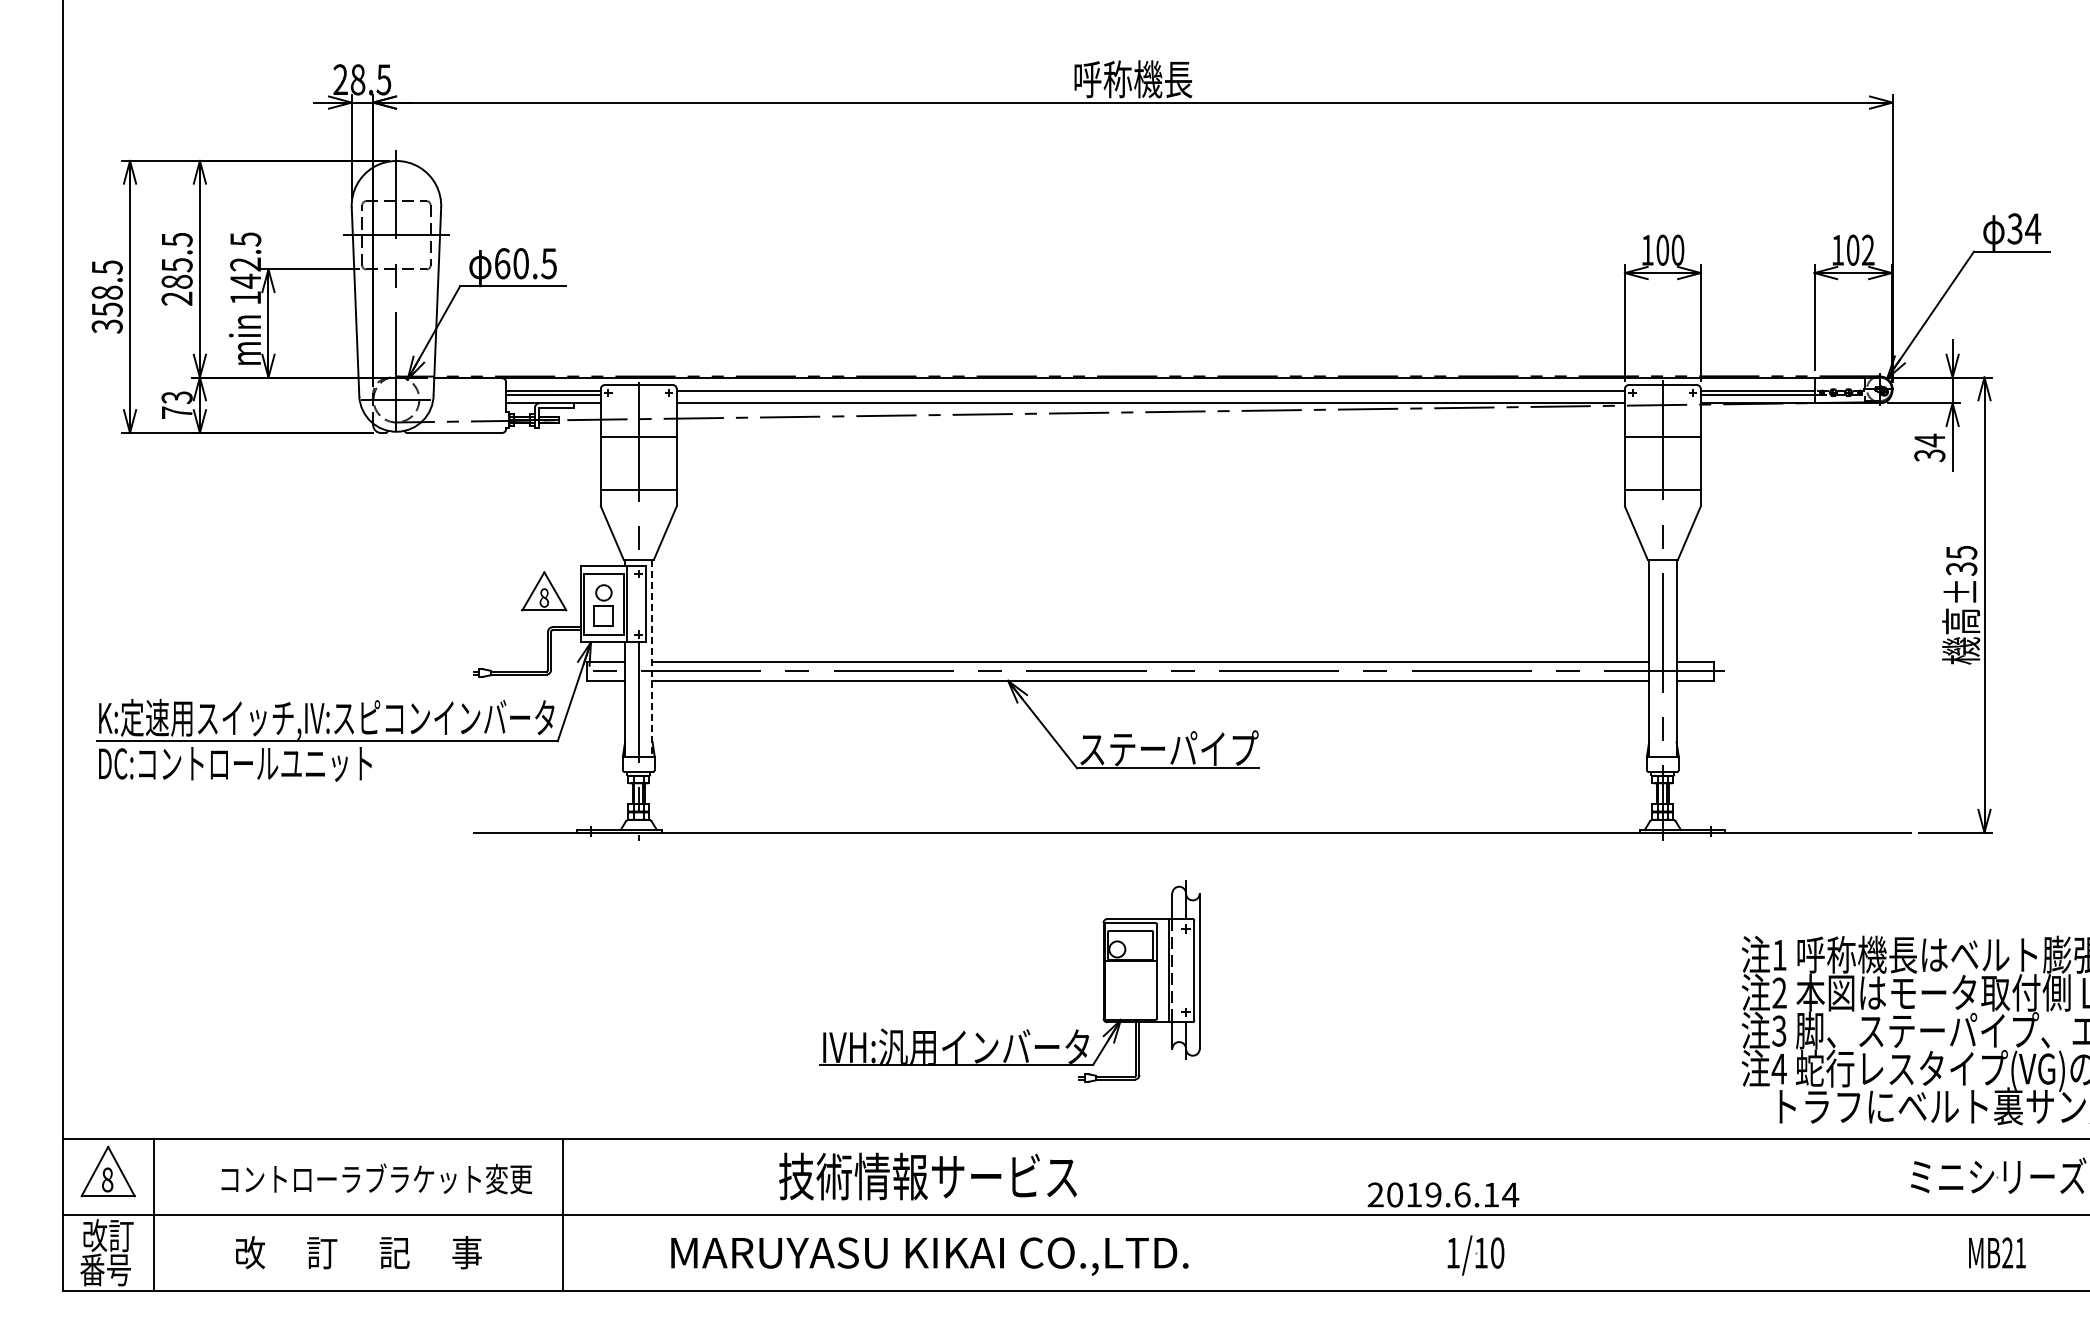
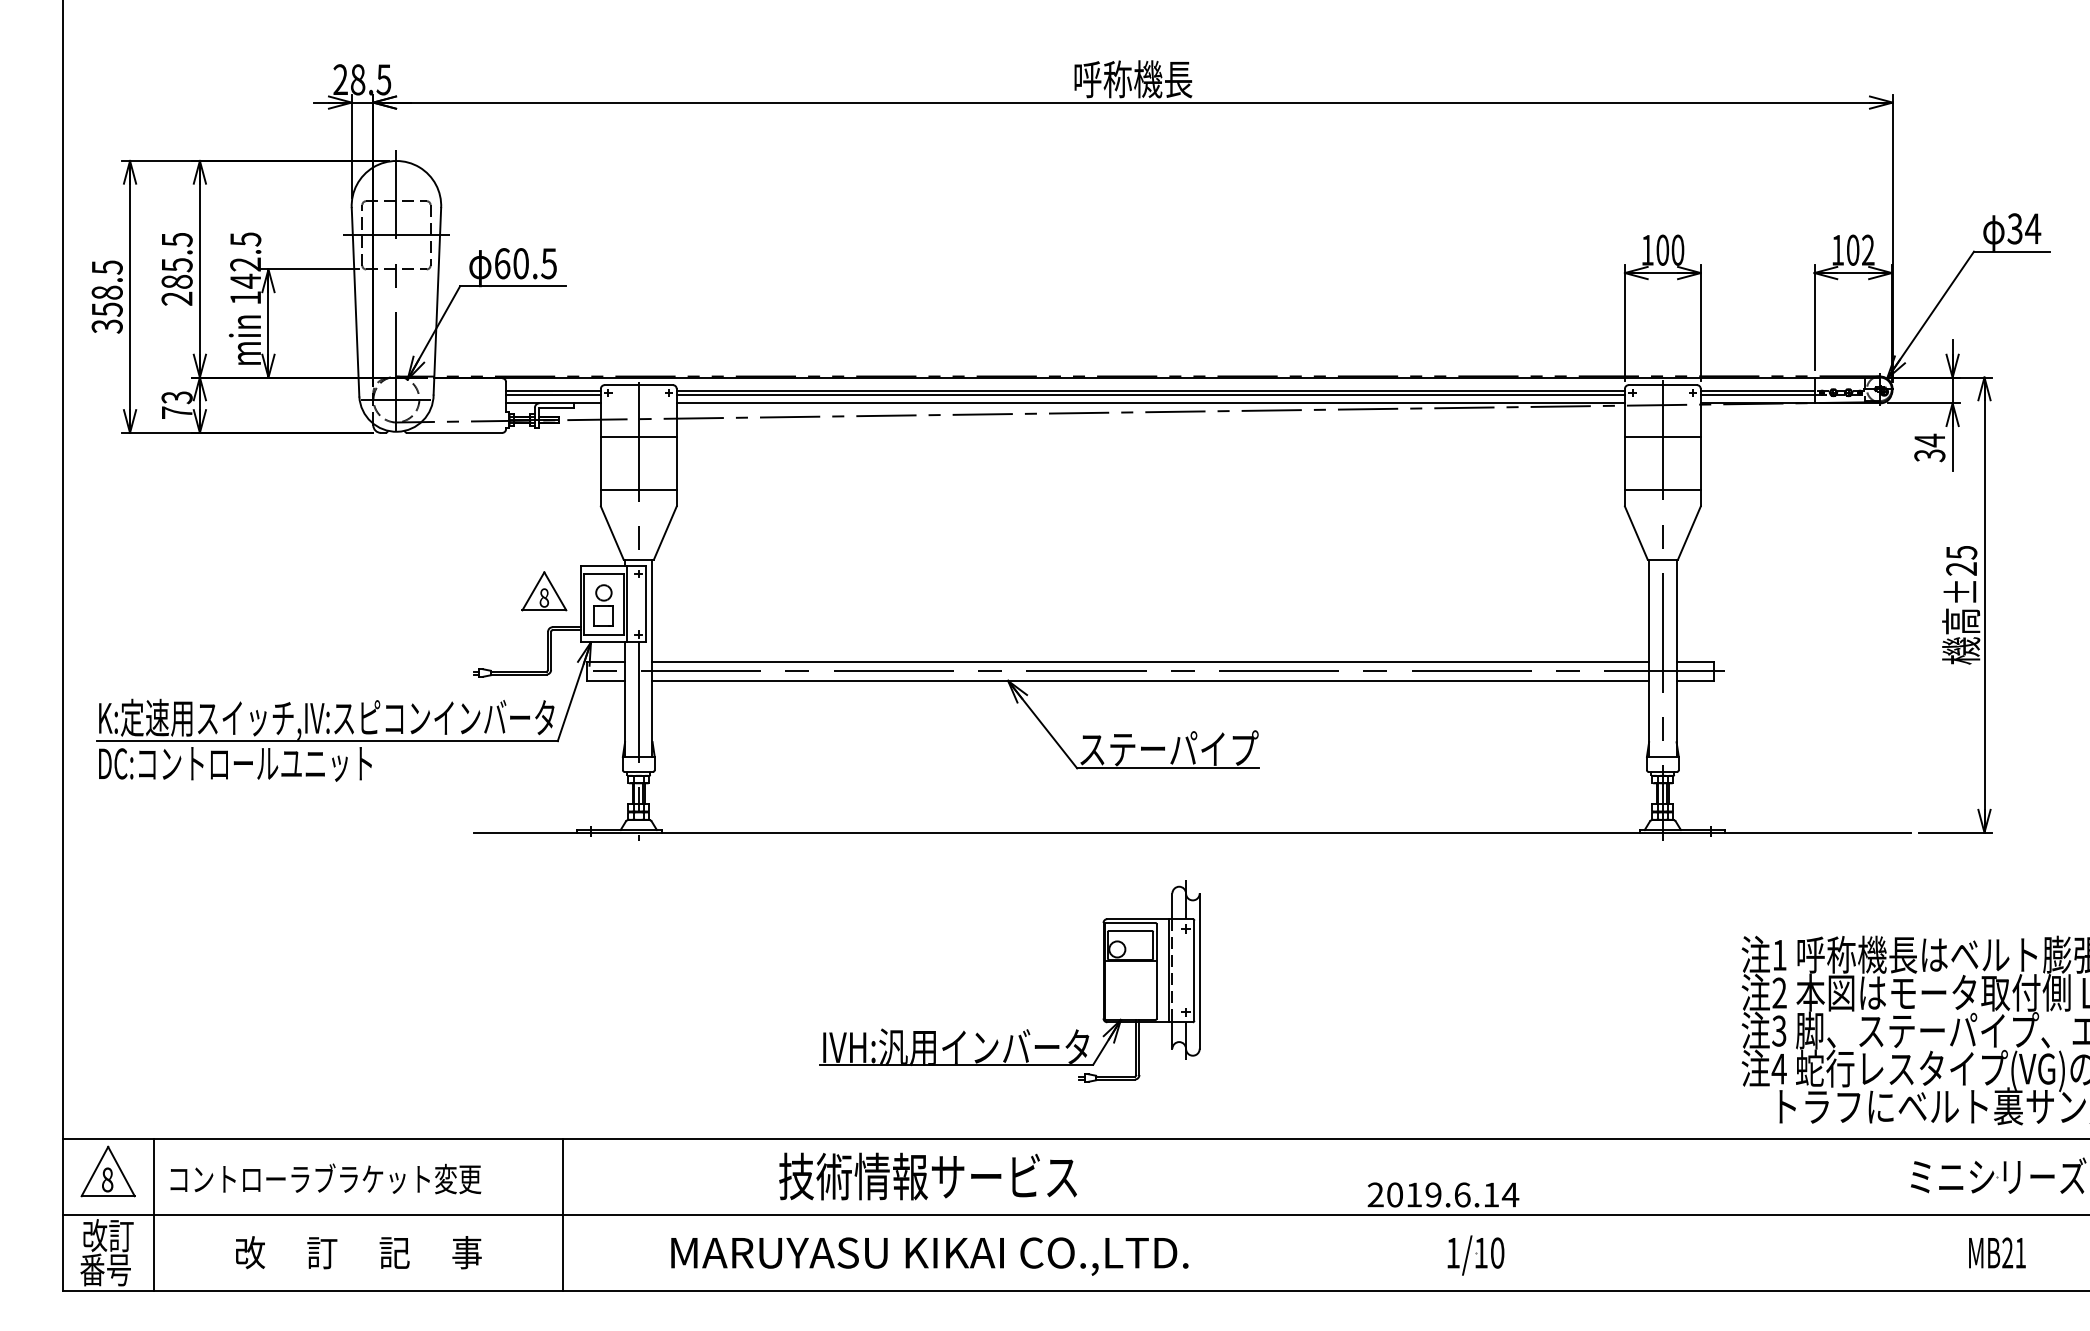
line at (1150, 394): none -> present
text at (1961, 569): ±35 -> ±25
line at (652, 658): dashed -> solid
text at (376, 1178) position: (376, 1178) -> (325, 1178)
